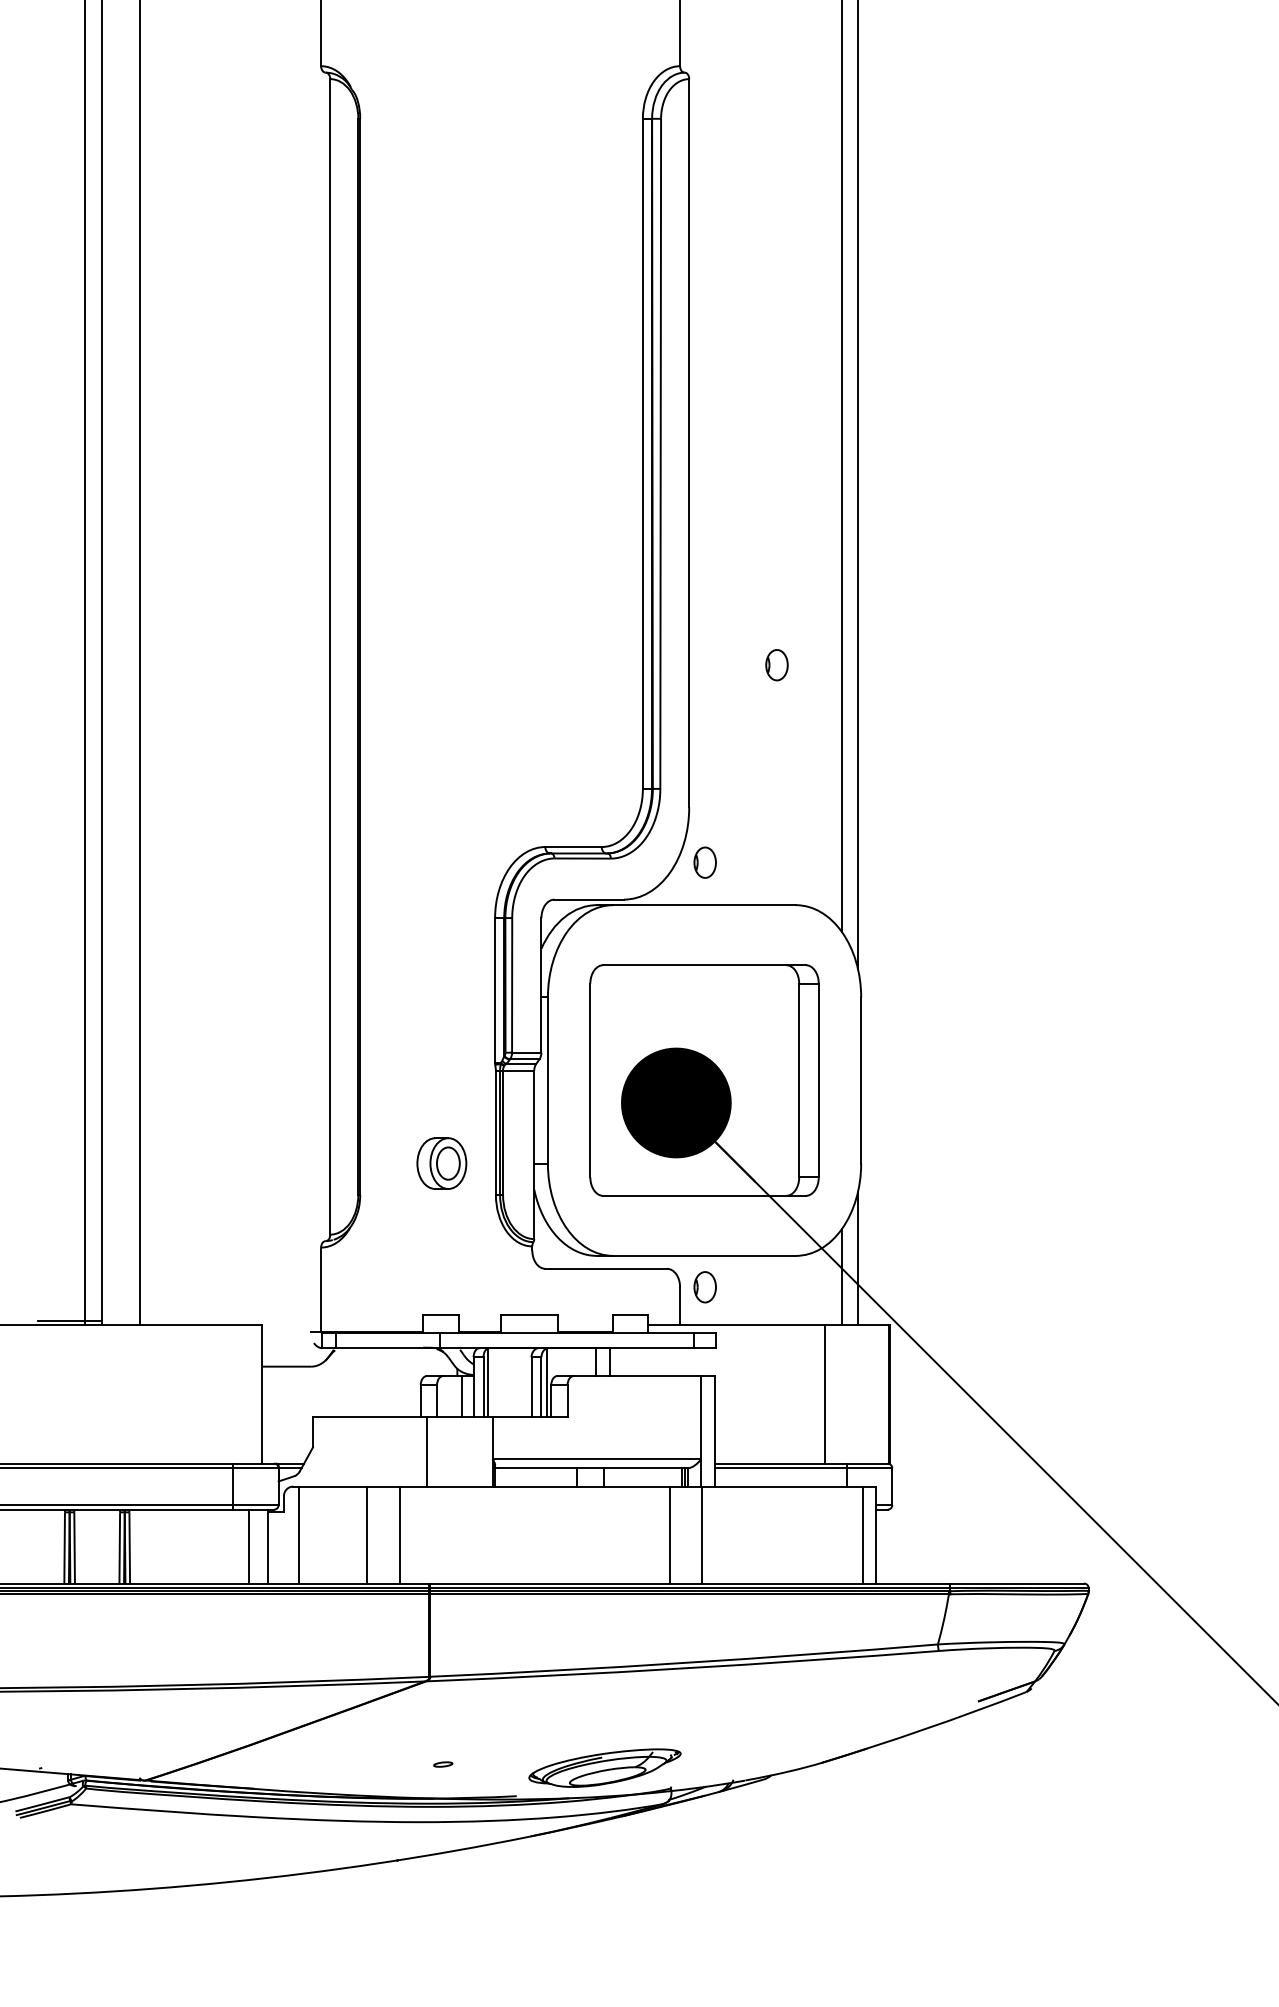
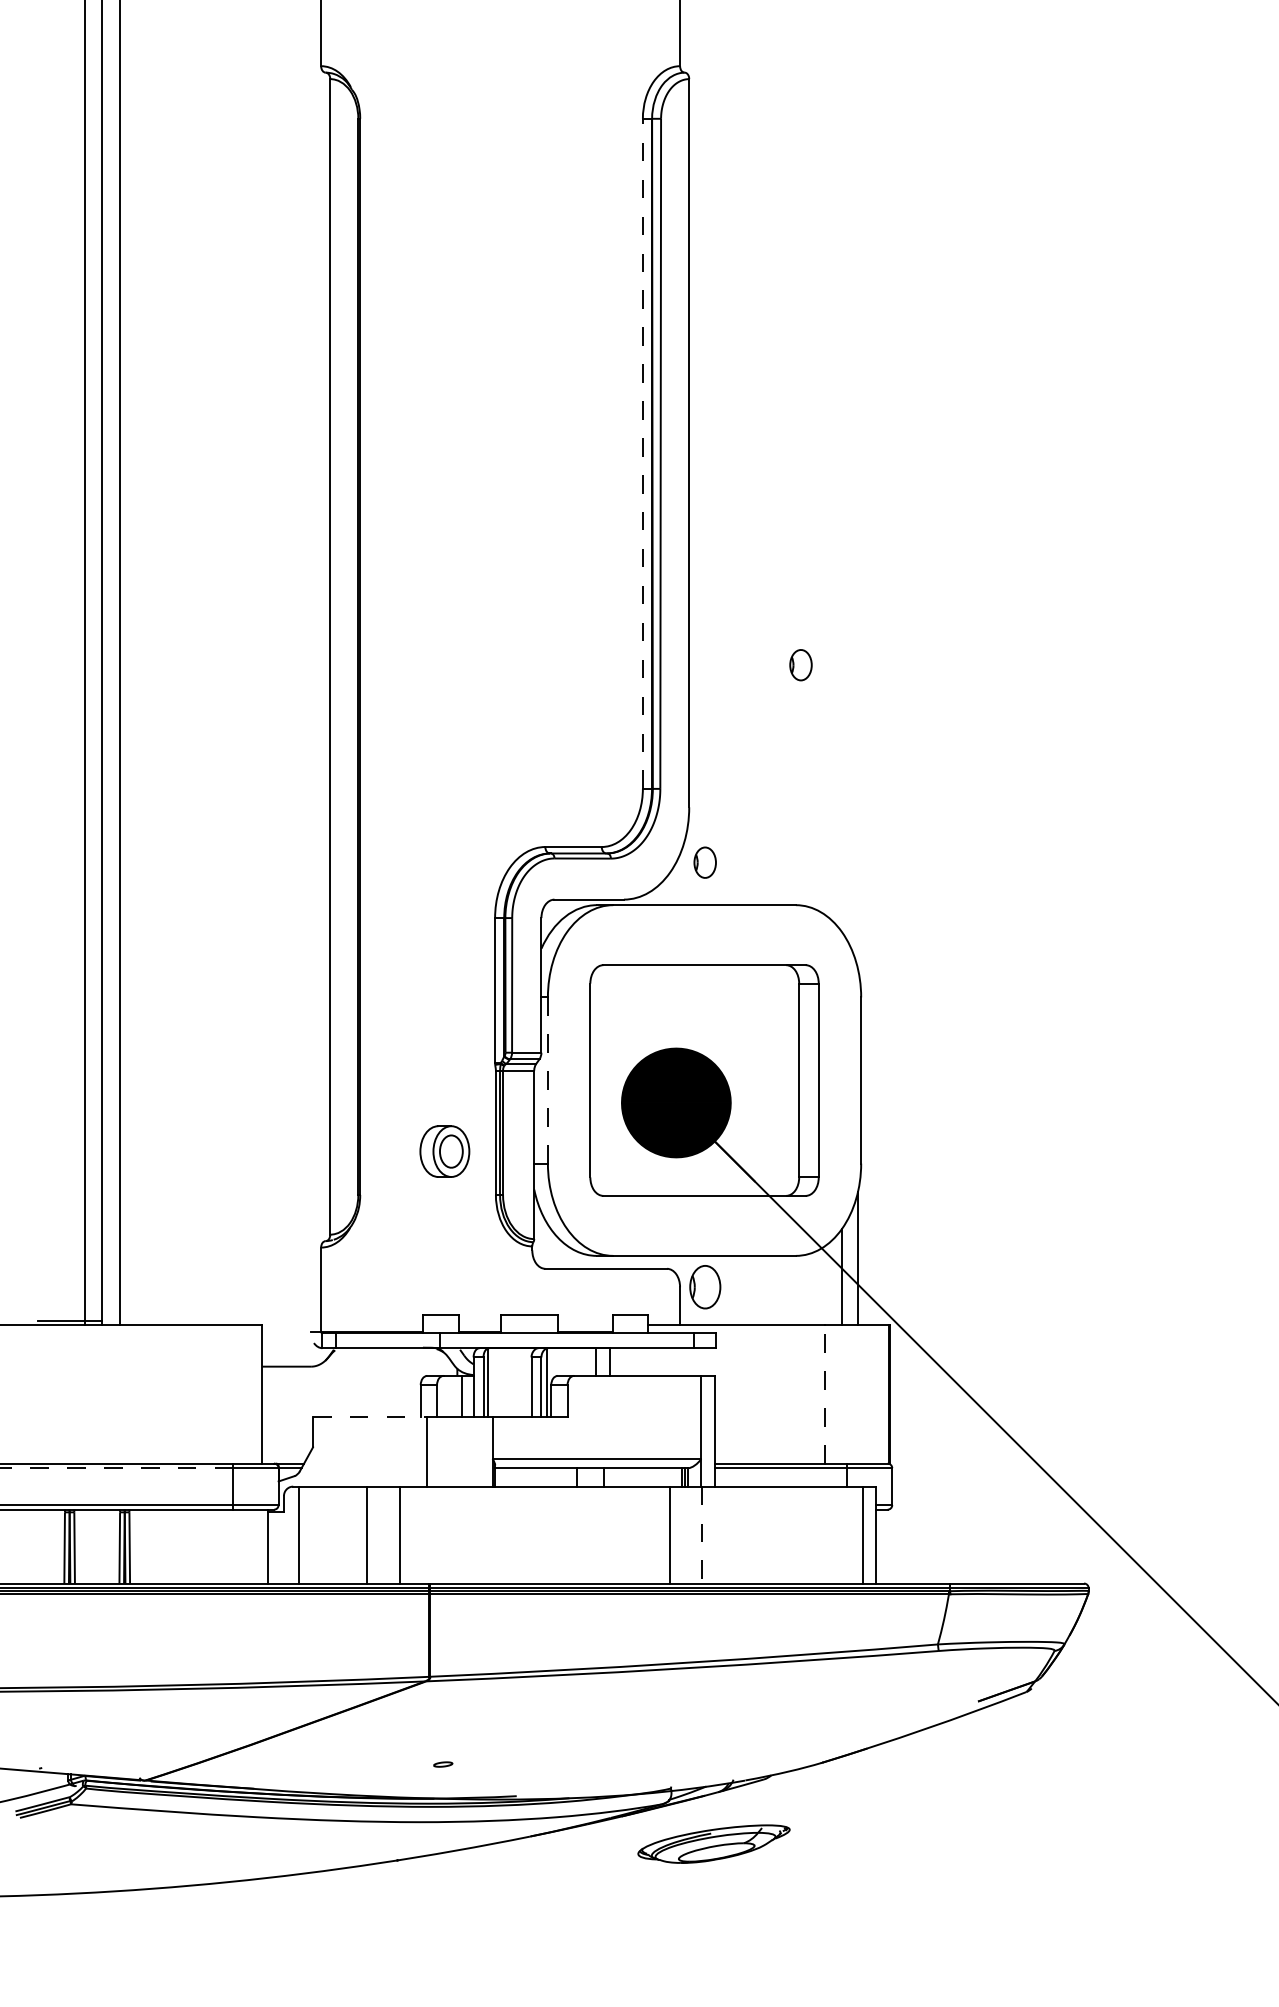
line at (642, 453): solid -> dashed
line at (842, 467): present -> none
line at (857, 485): present -> none
line at (140, 663) position: (140, 663) -> (120, 663)
part at (776, 665) position: (776, 665) -> (800, 665)
line at (547, 1080): solid -> dashed
part at (441, 1163) position: (441, 1163) -> (444, 1151)
part at (704, 1287) size: 24x33 px -> 33x45 px
line at (824, 1393): solid -> dashed
line at (370, 1417): solid -> dashed
line at (116, 1468): solid -> dashed
line at (702, 1535): solid -> dashed
line at (249, 1546): present -> none
part at (604, 1767) position: (604, 1767) -> (713, 1843)
